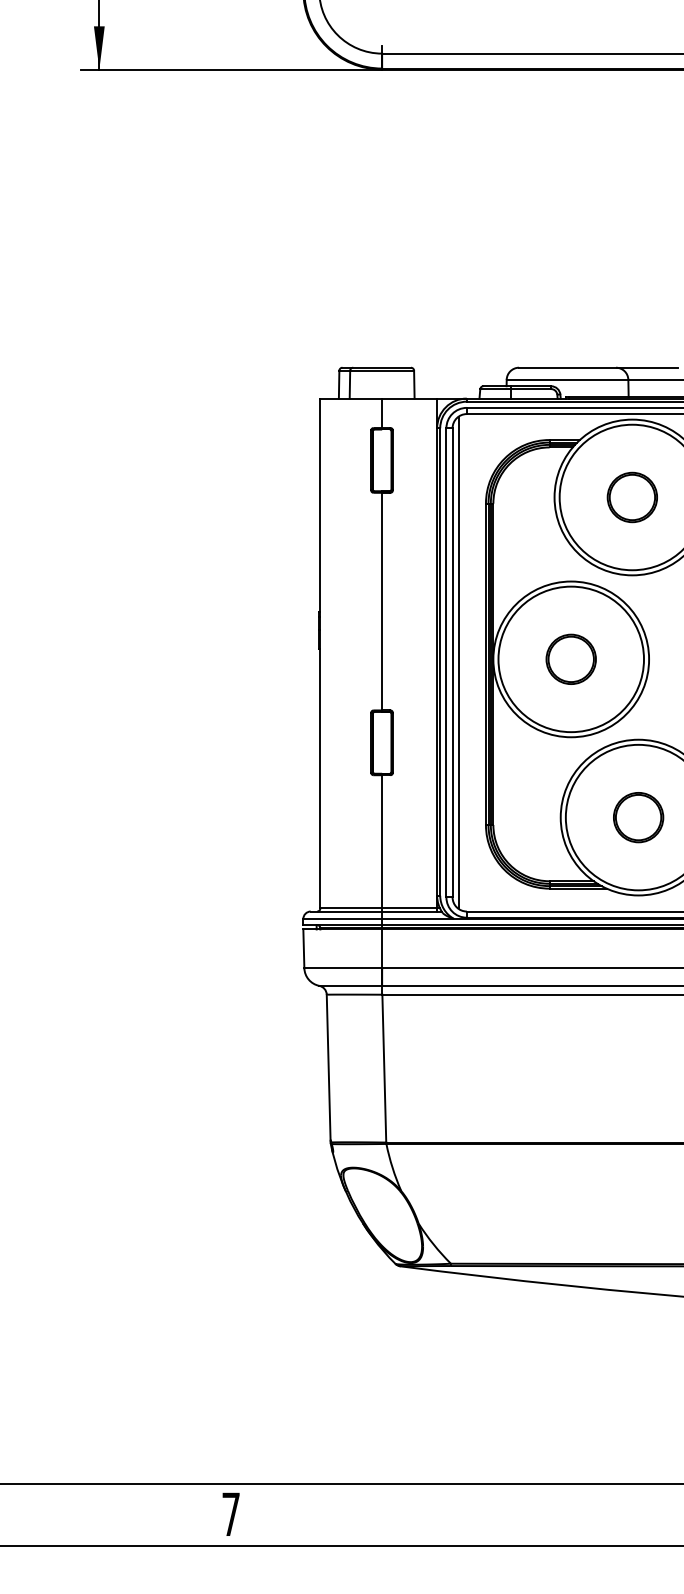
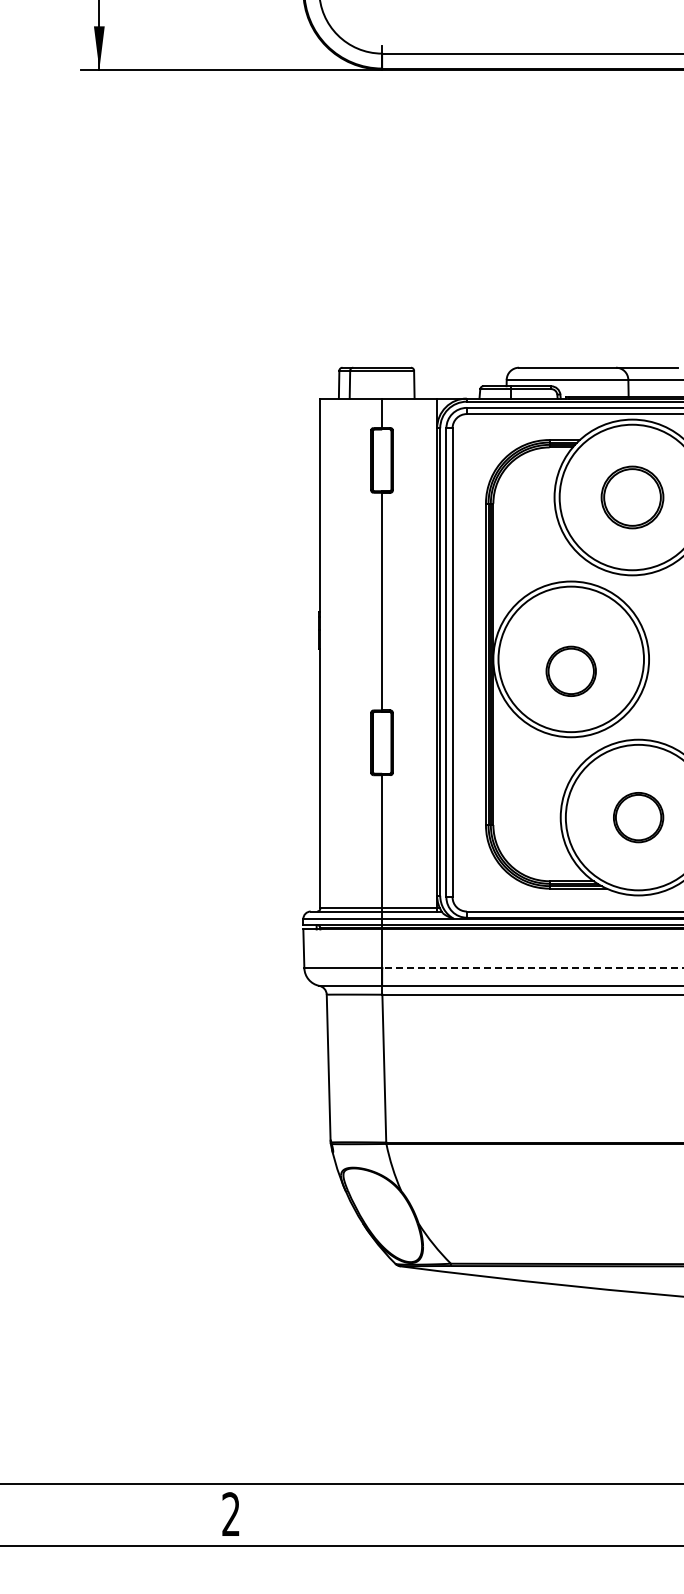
part at (631, 497) size: 52x53 px -> 65x65 px
part at (570, 658) position: (570, 658) -> (570, 670)
line at (458, 662): present -> none
line at (532, 968): solid -> dashed
text at (230, 1513): 7 -> 2
